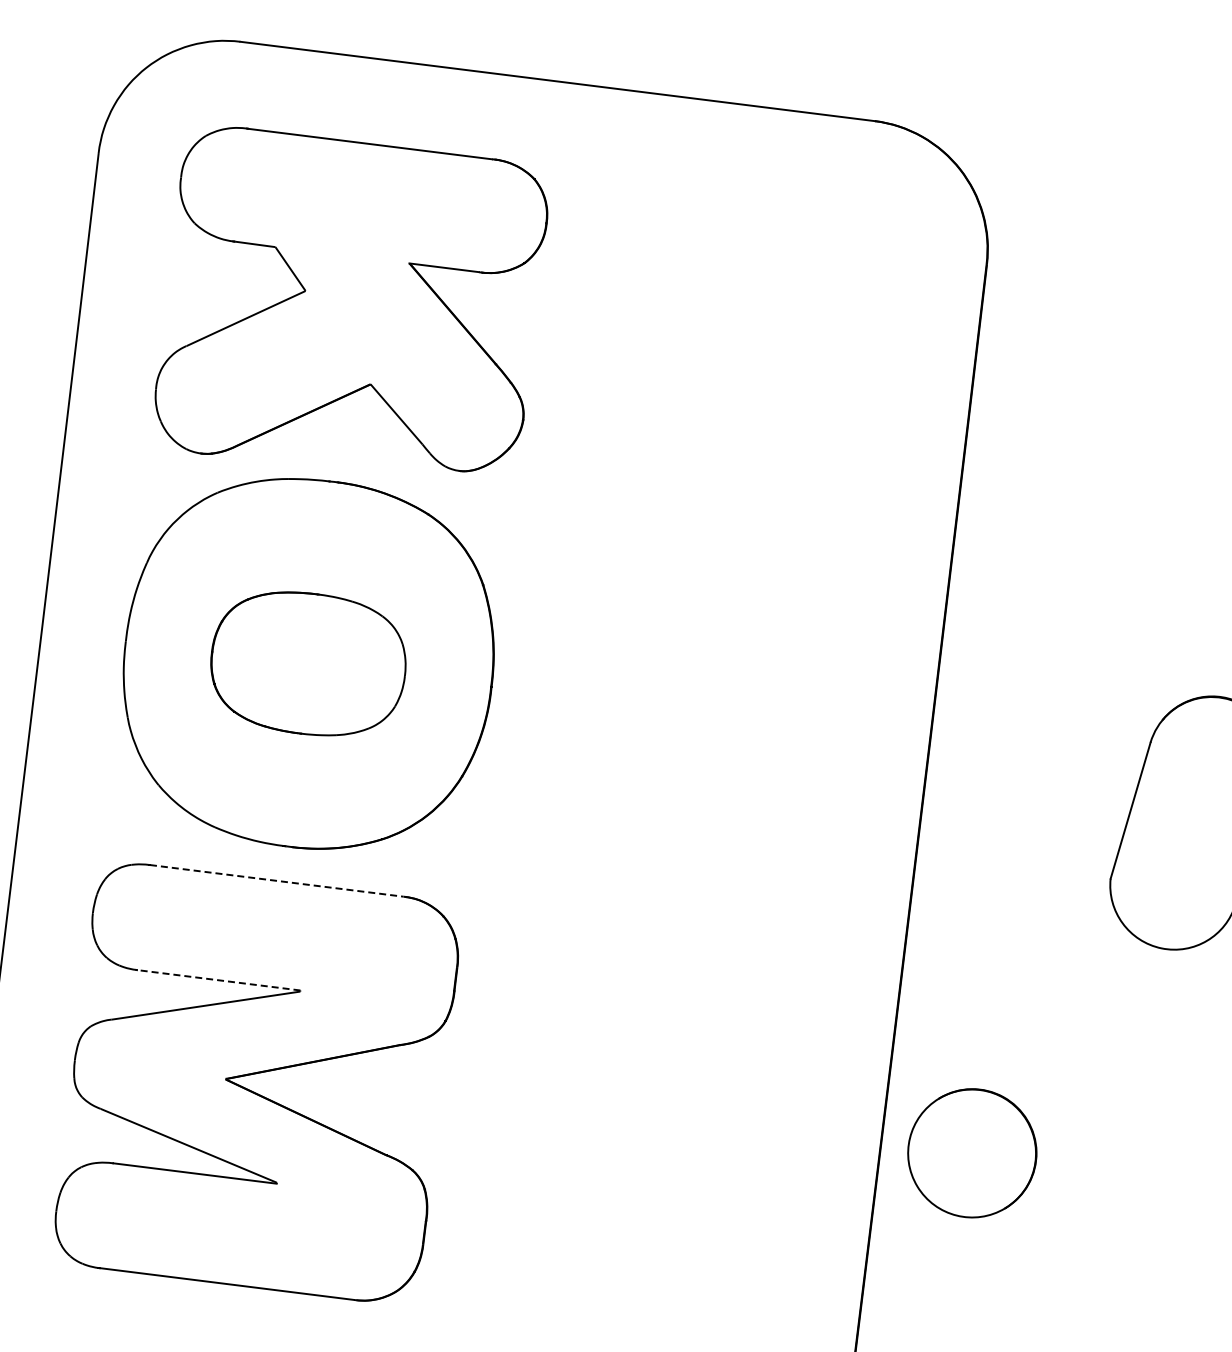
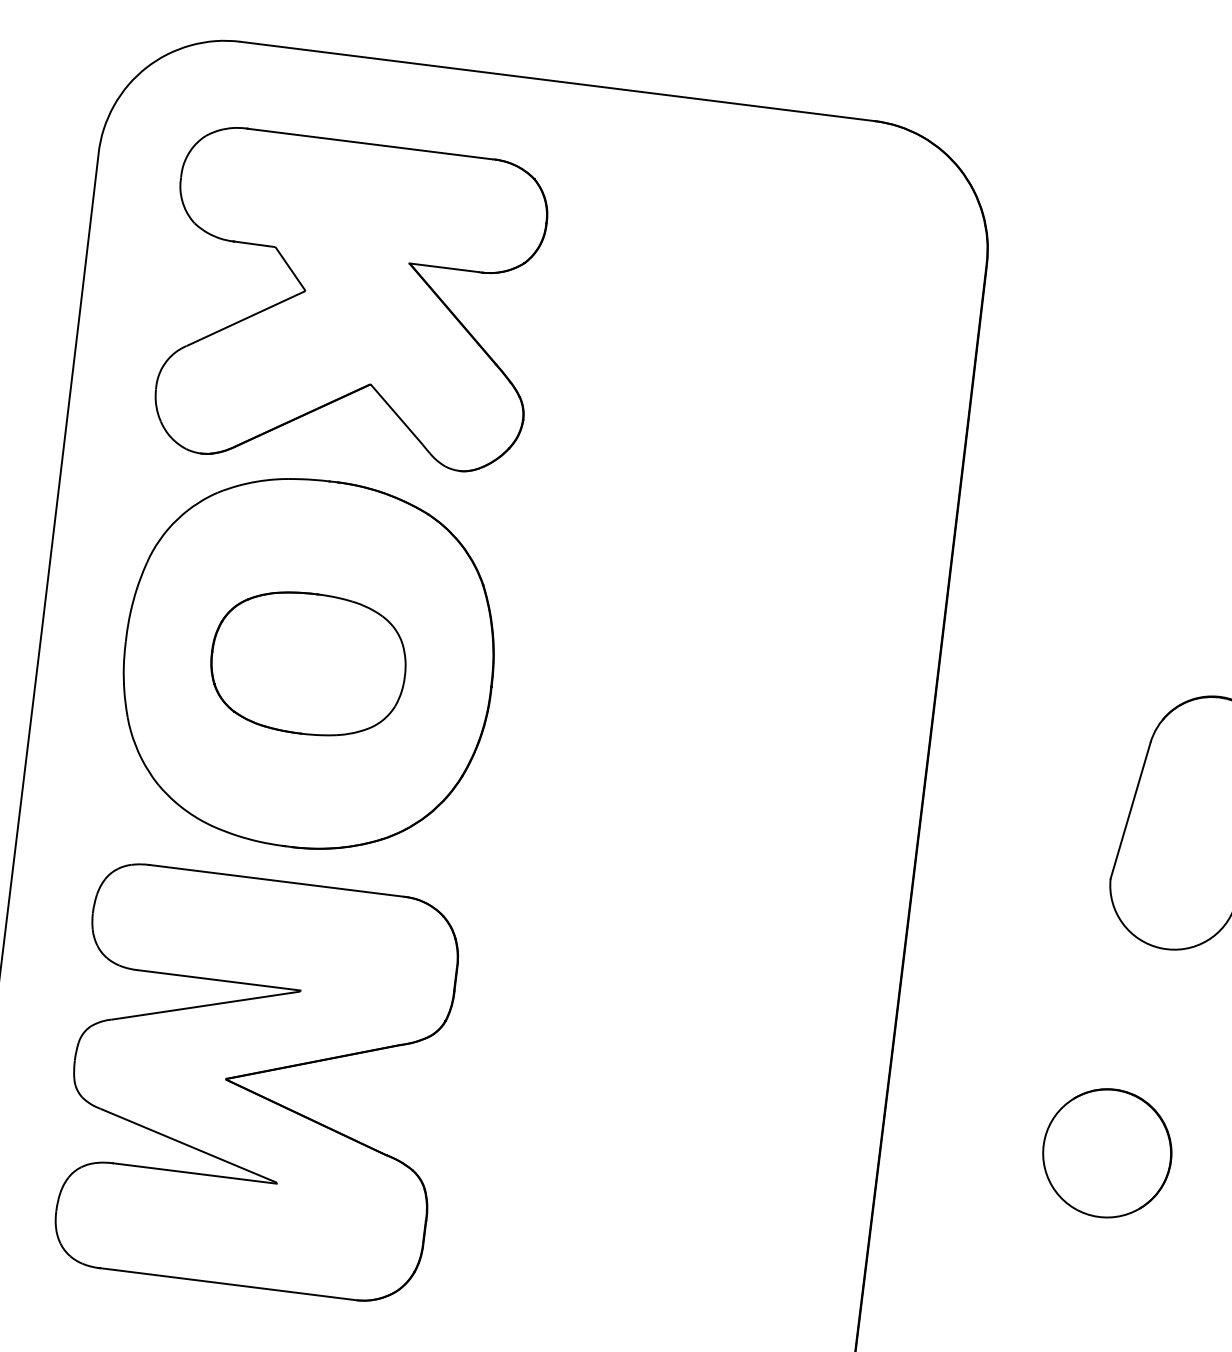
line at (276, 880): dashed -> solid
line at (218, 980): dashed -> solid
part at (972, 1153) position: (972, 1153) -> (1107, 1153)
